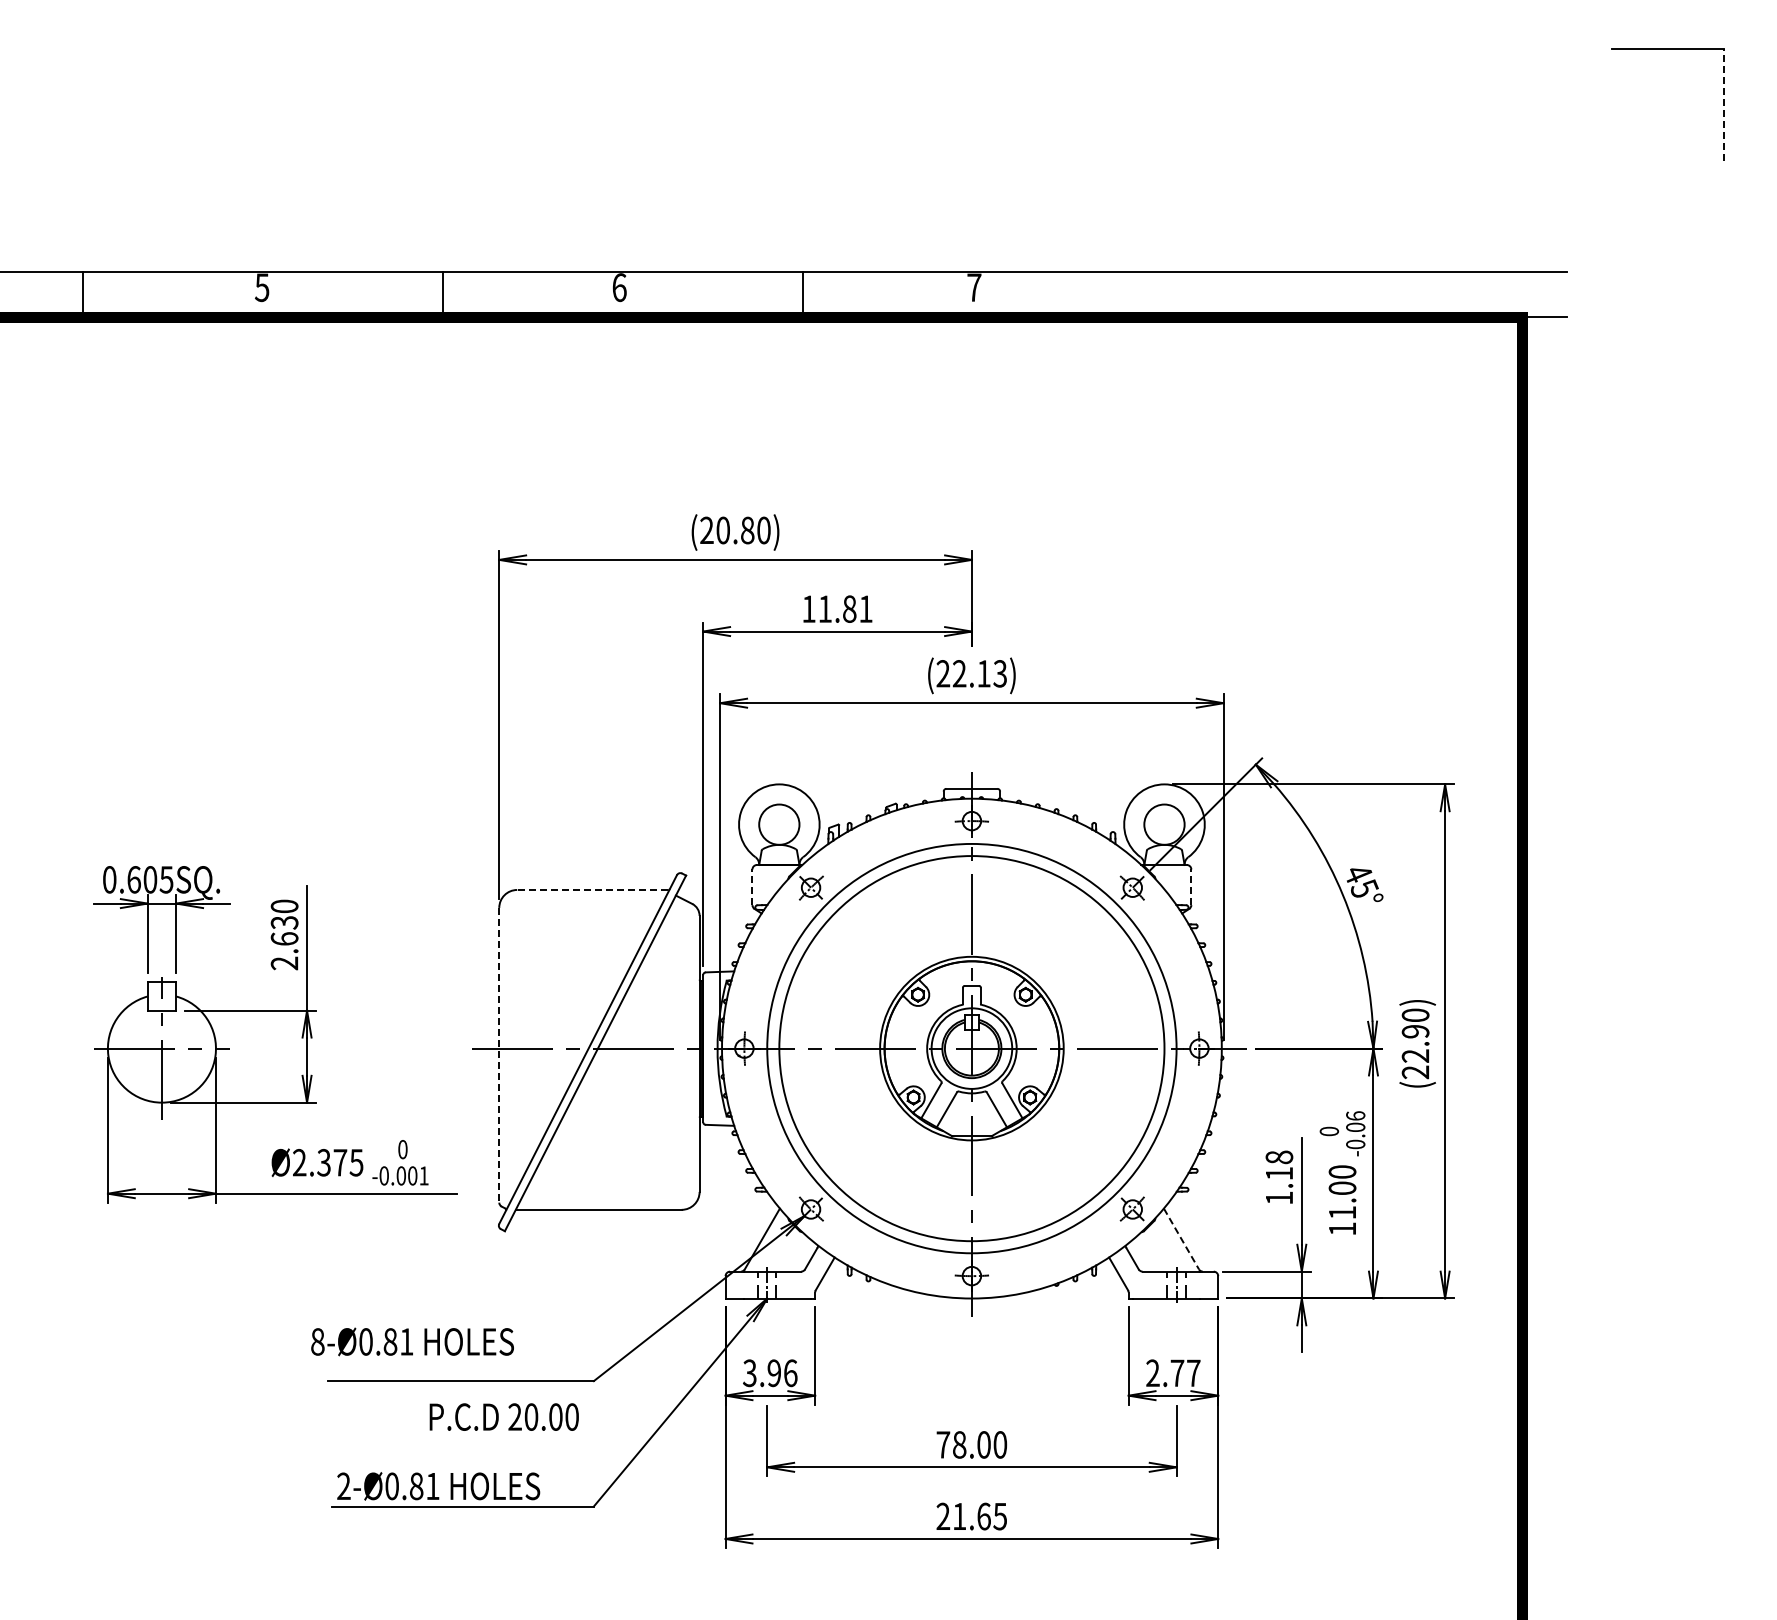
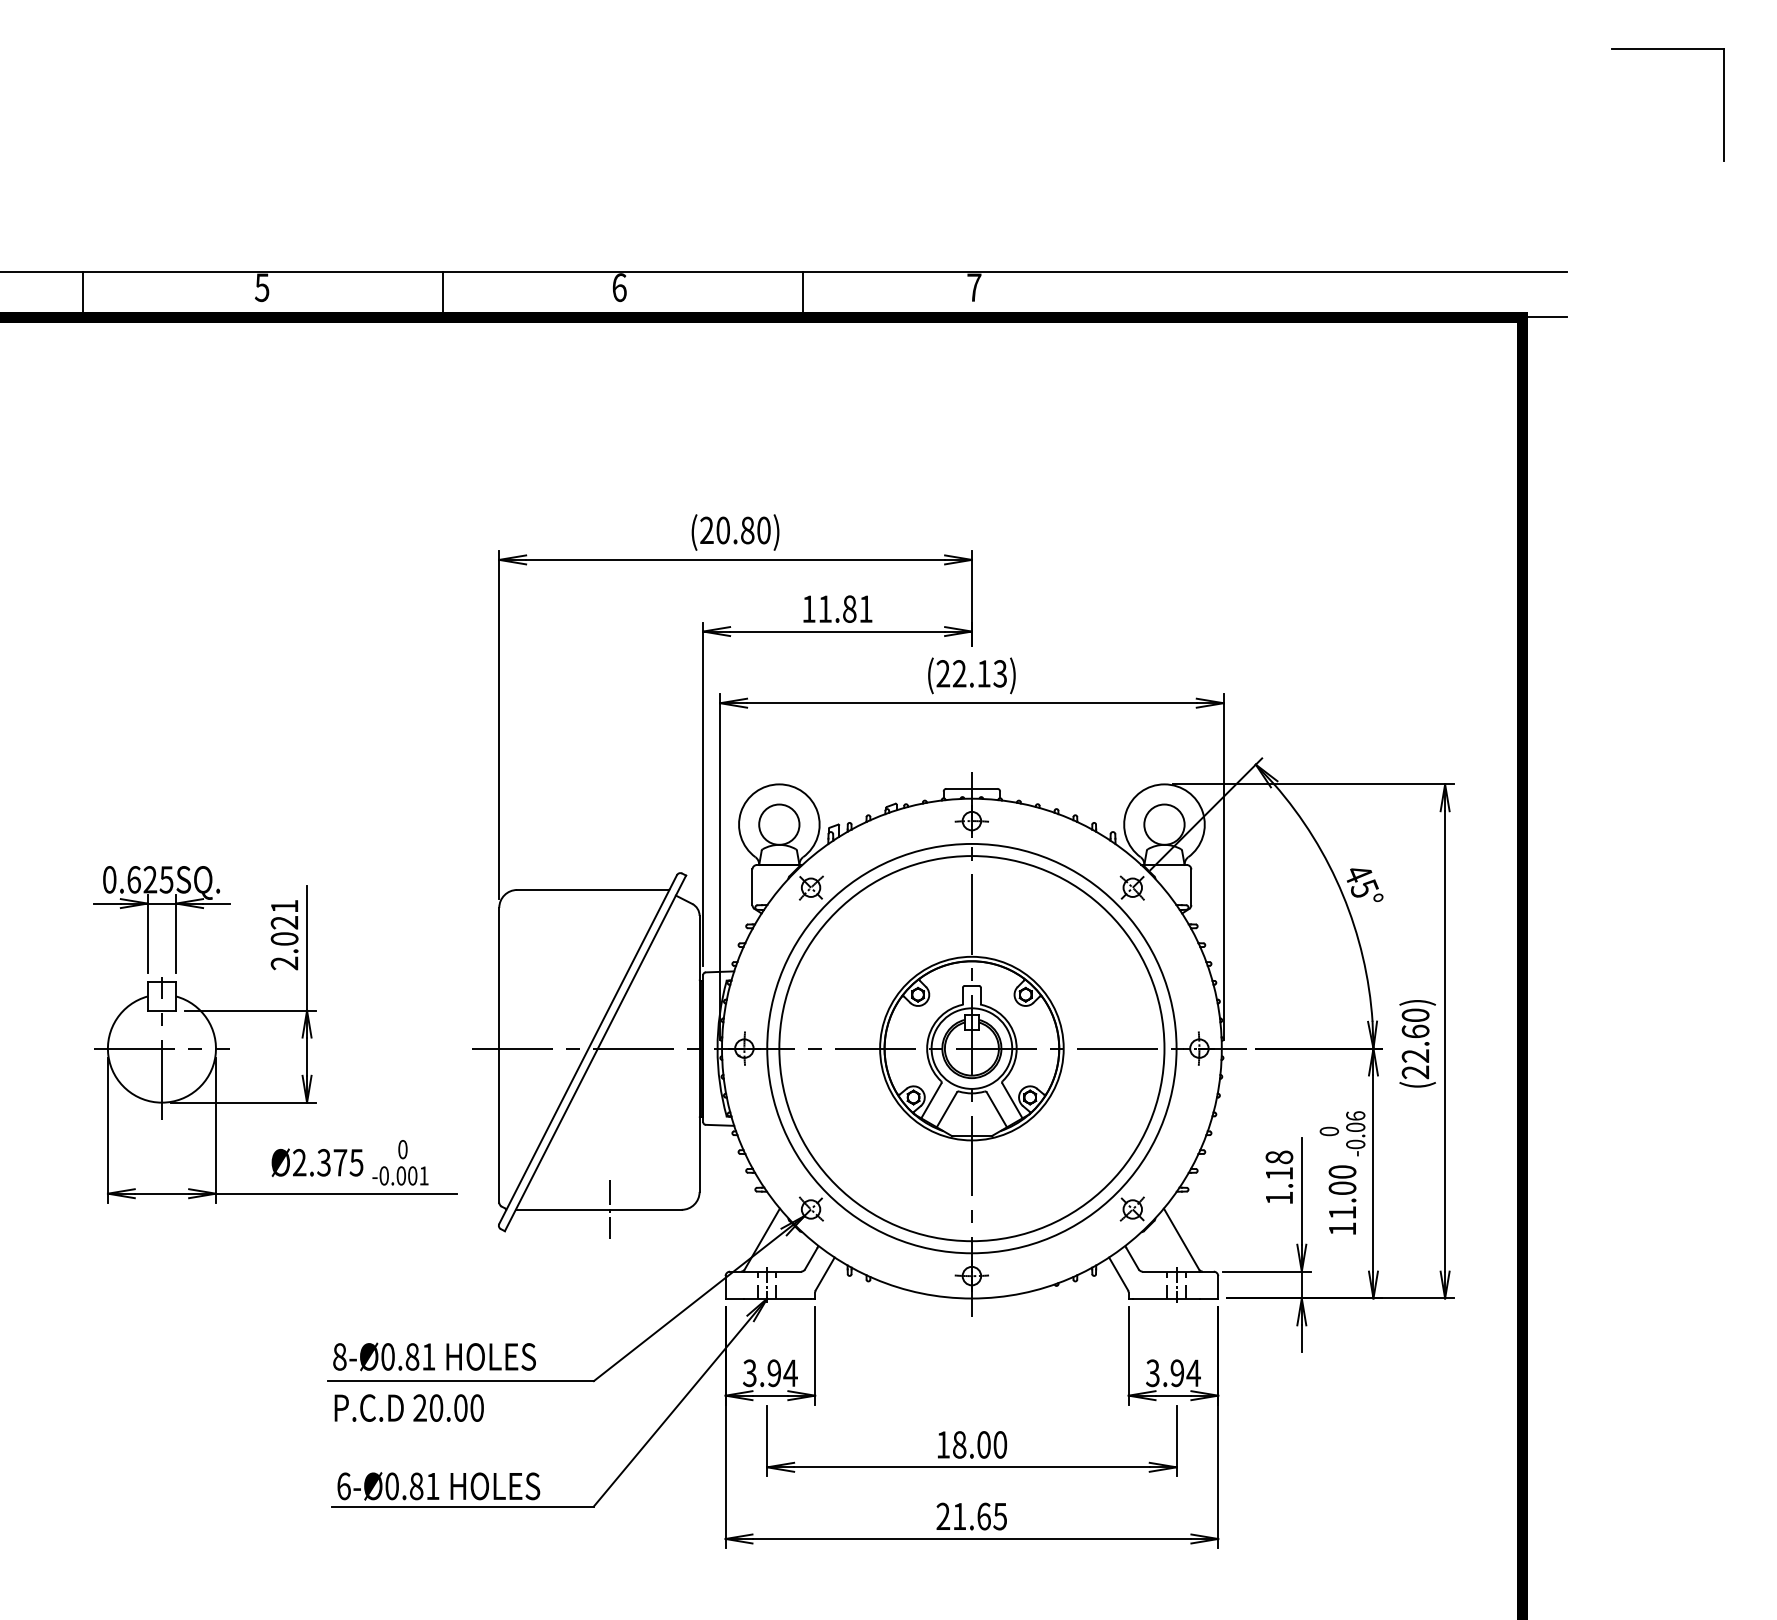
line at (1723, 104): dashed -> solid
text at (150, 879): 0.605SQ. -> 0.625SQ.
line at (752, 887): dashed -> solid
line at (1191, 887): dashed -> solid
line at (592, 889): dashed -> solid
text at (284, 922): 2.630 -> 2.021
text at (1415, 1031): (22.90) -> (22.60)
line at (499, 1055): dashed -> solid
line at (610, 1209): none -> present
line at (1181, 1239): dashed -> solid
text at (412, 1341) position: (412, 1341) -> (434, 1356)
text at (790, 1373): 3.96 -> 3.94
text at (1173, 1373): 2.77 -> 3.94
text at (503, 1416) position: (503, 1416) -> (408, 1407)
text at (943, 1444): 78.00 -> 18.00
text at (343, 1486): 2-Ø0.81 -> 6-Ø0.81
